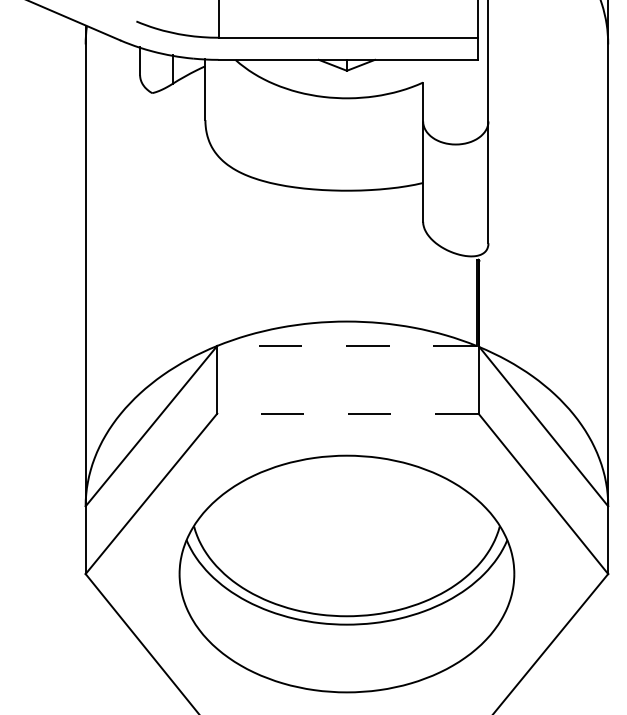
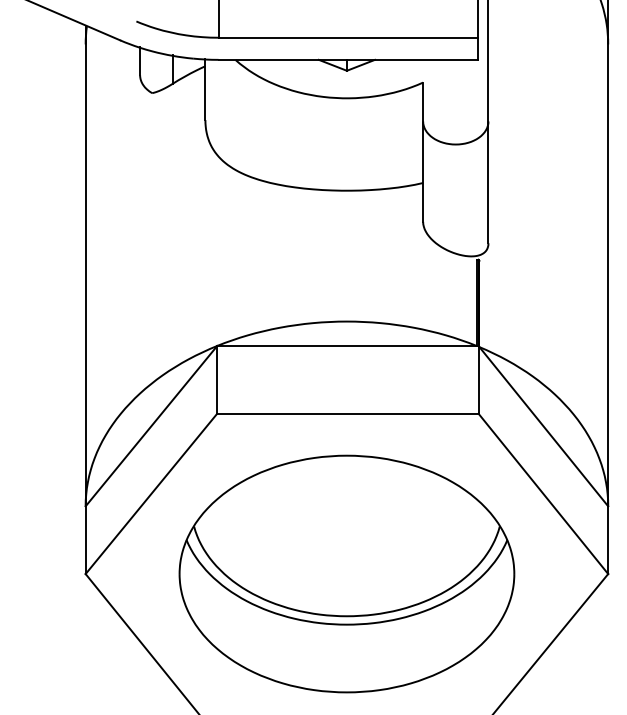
line at (346, 345): dashed -> solid
line at (347, 413): dashed -> solid
